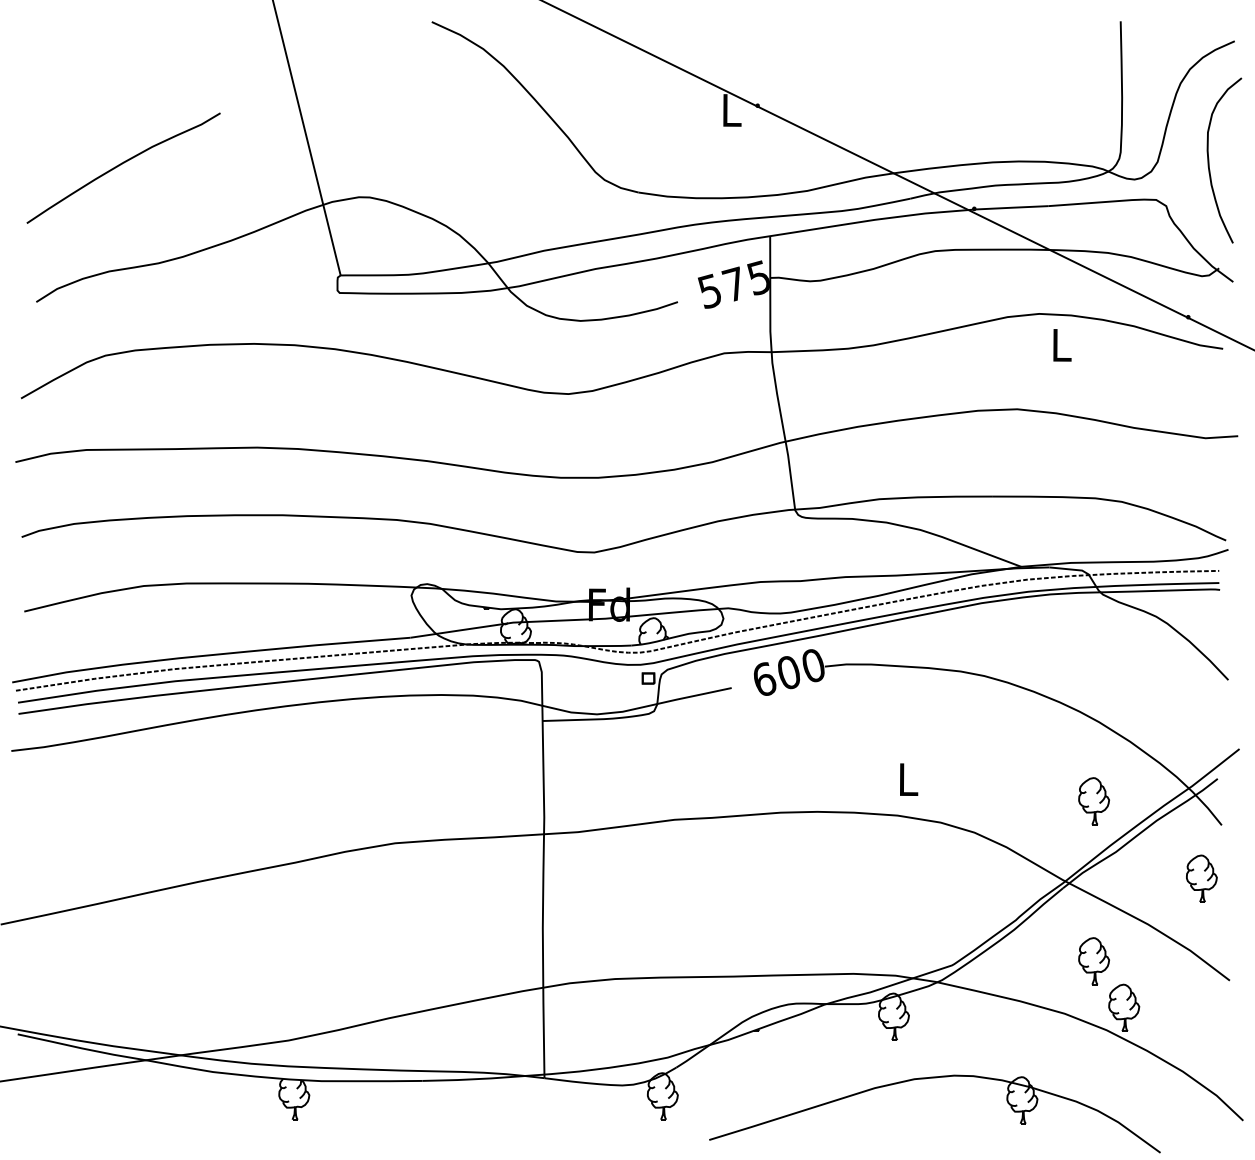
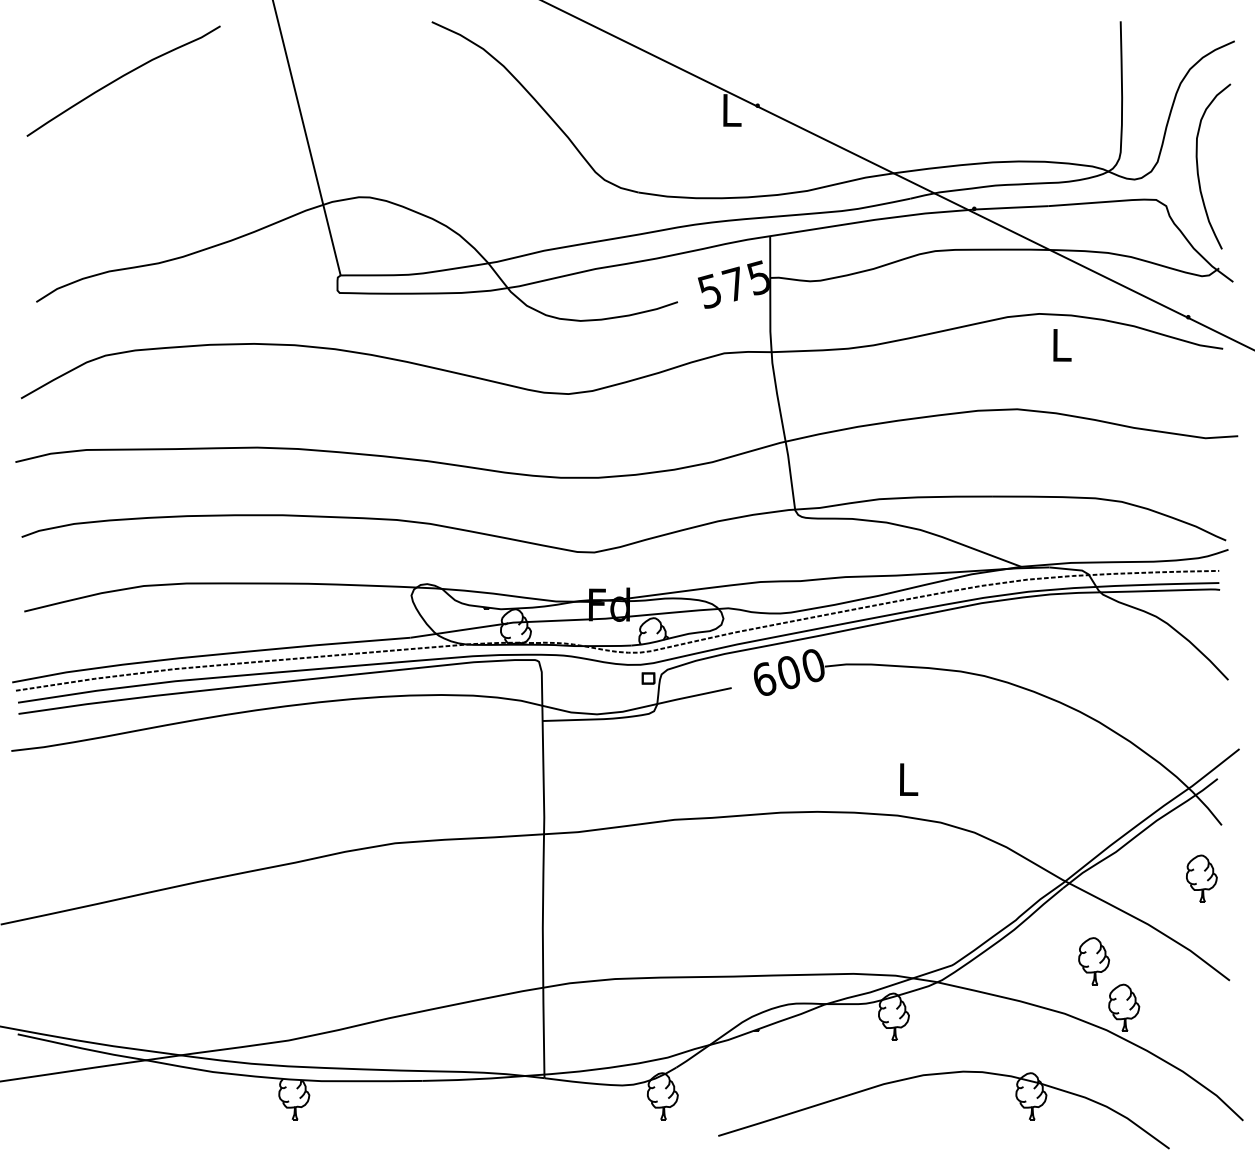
curve at (1209, 160) position: (1209, 160) -> (1198, 166)
curve at (122, 164) position: (122, 164) -> (122, 77)
part at (1093, 801): present -> none
part at (934, 1078) position: (934, 1078) -> (943, 1074)
